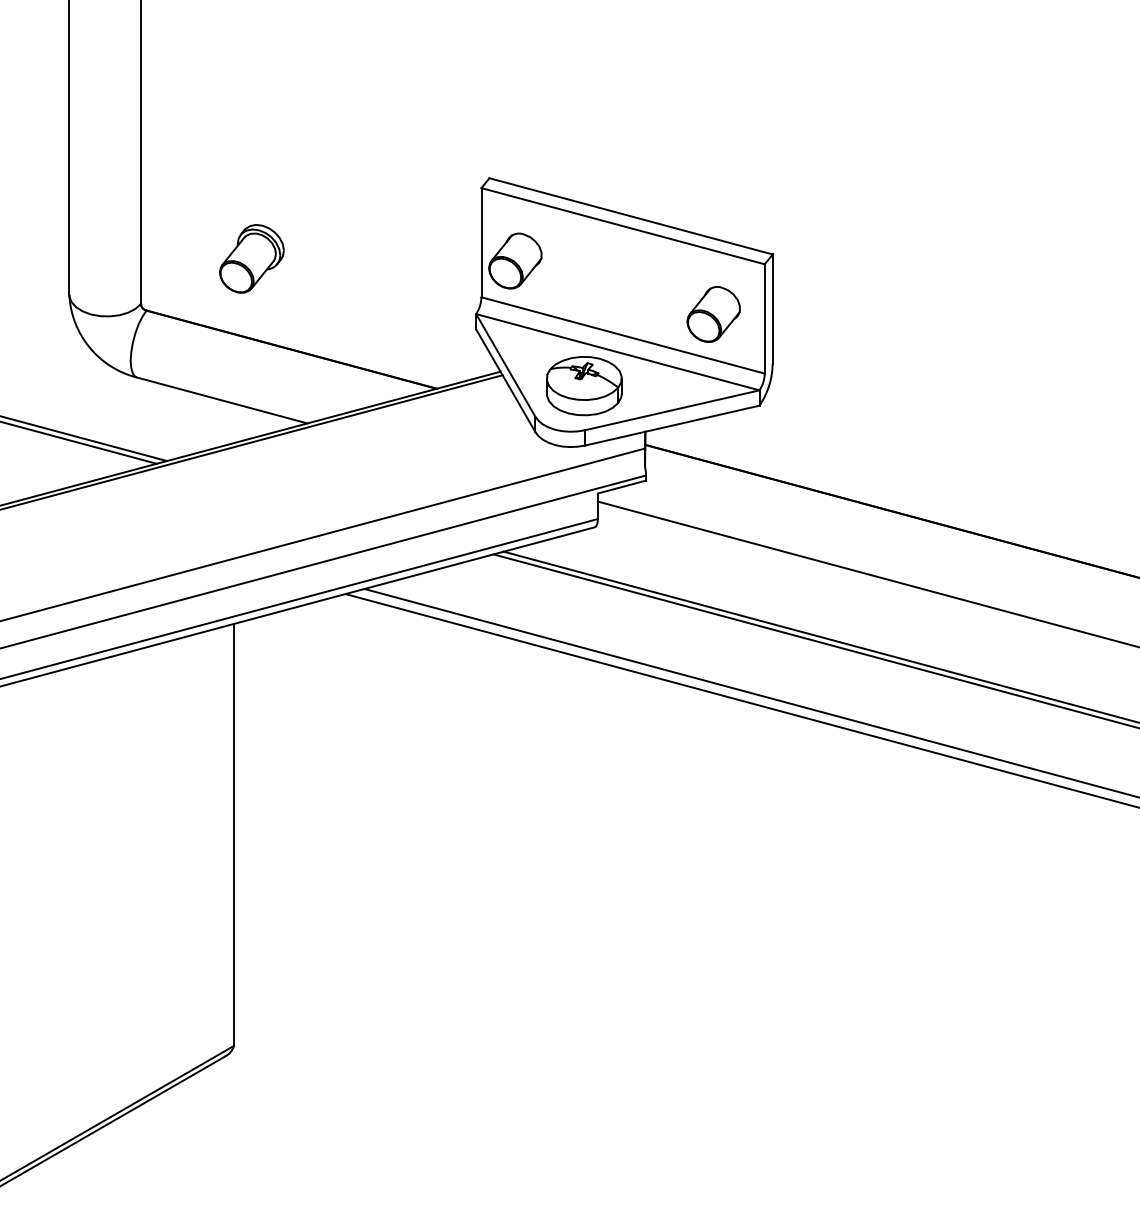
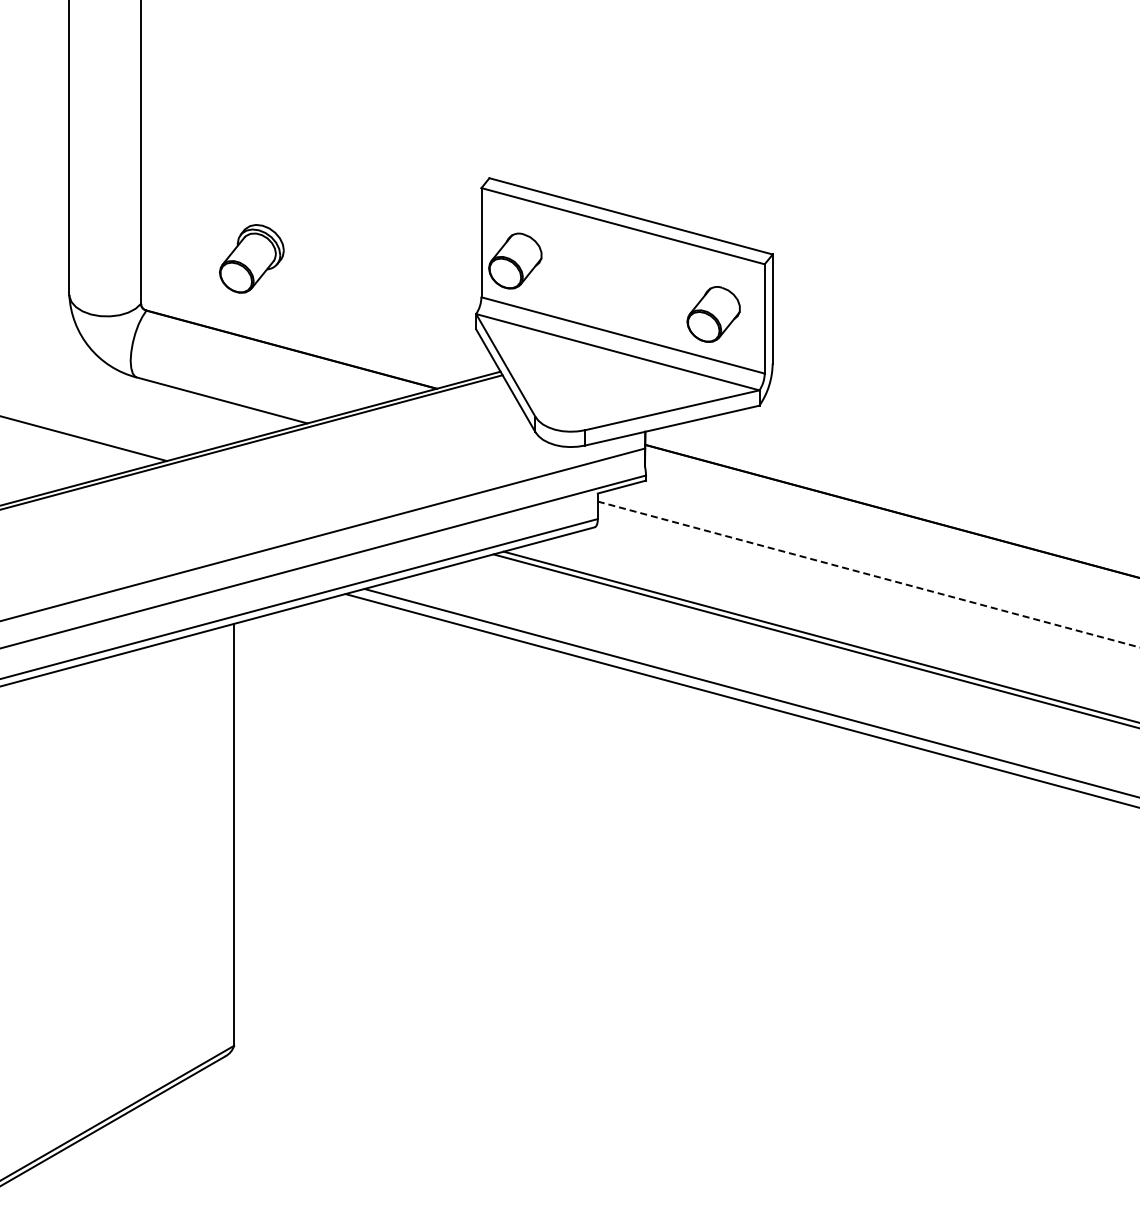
part at (583, 386): present -> none
line at (79, 442): present -> none
line at (869, 574): solid -> dashed
